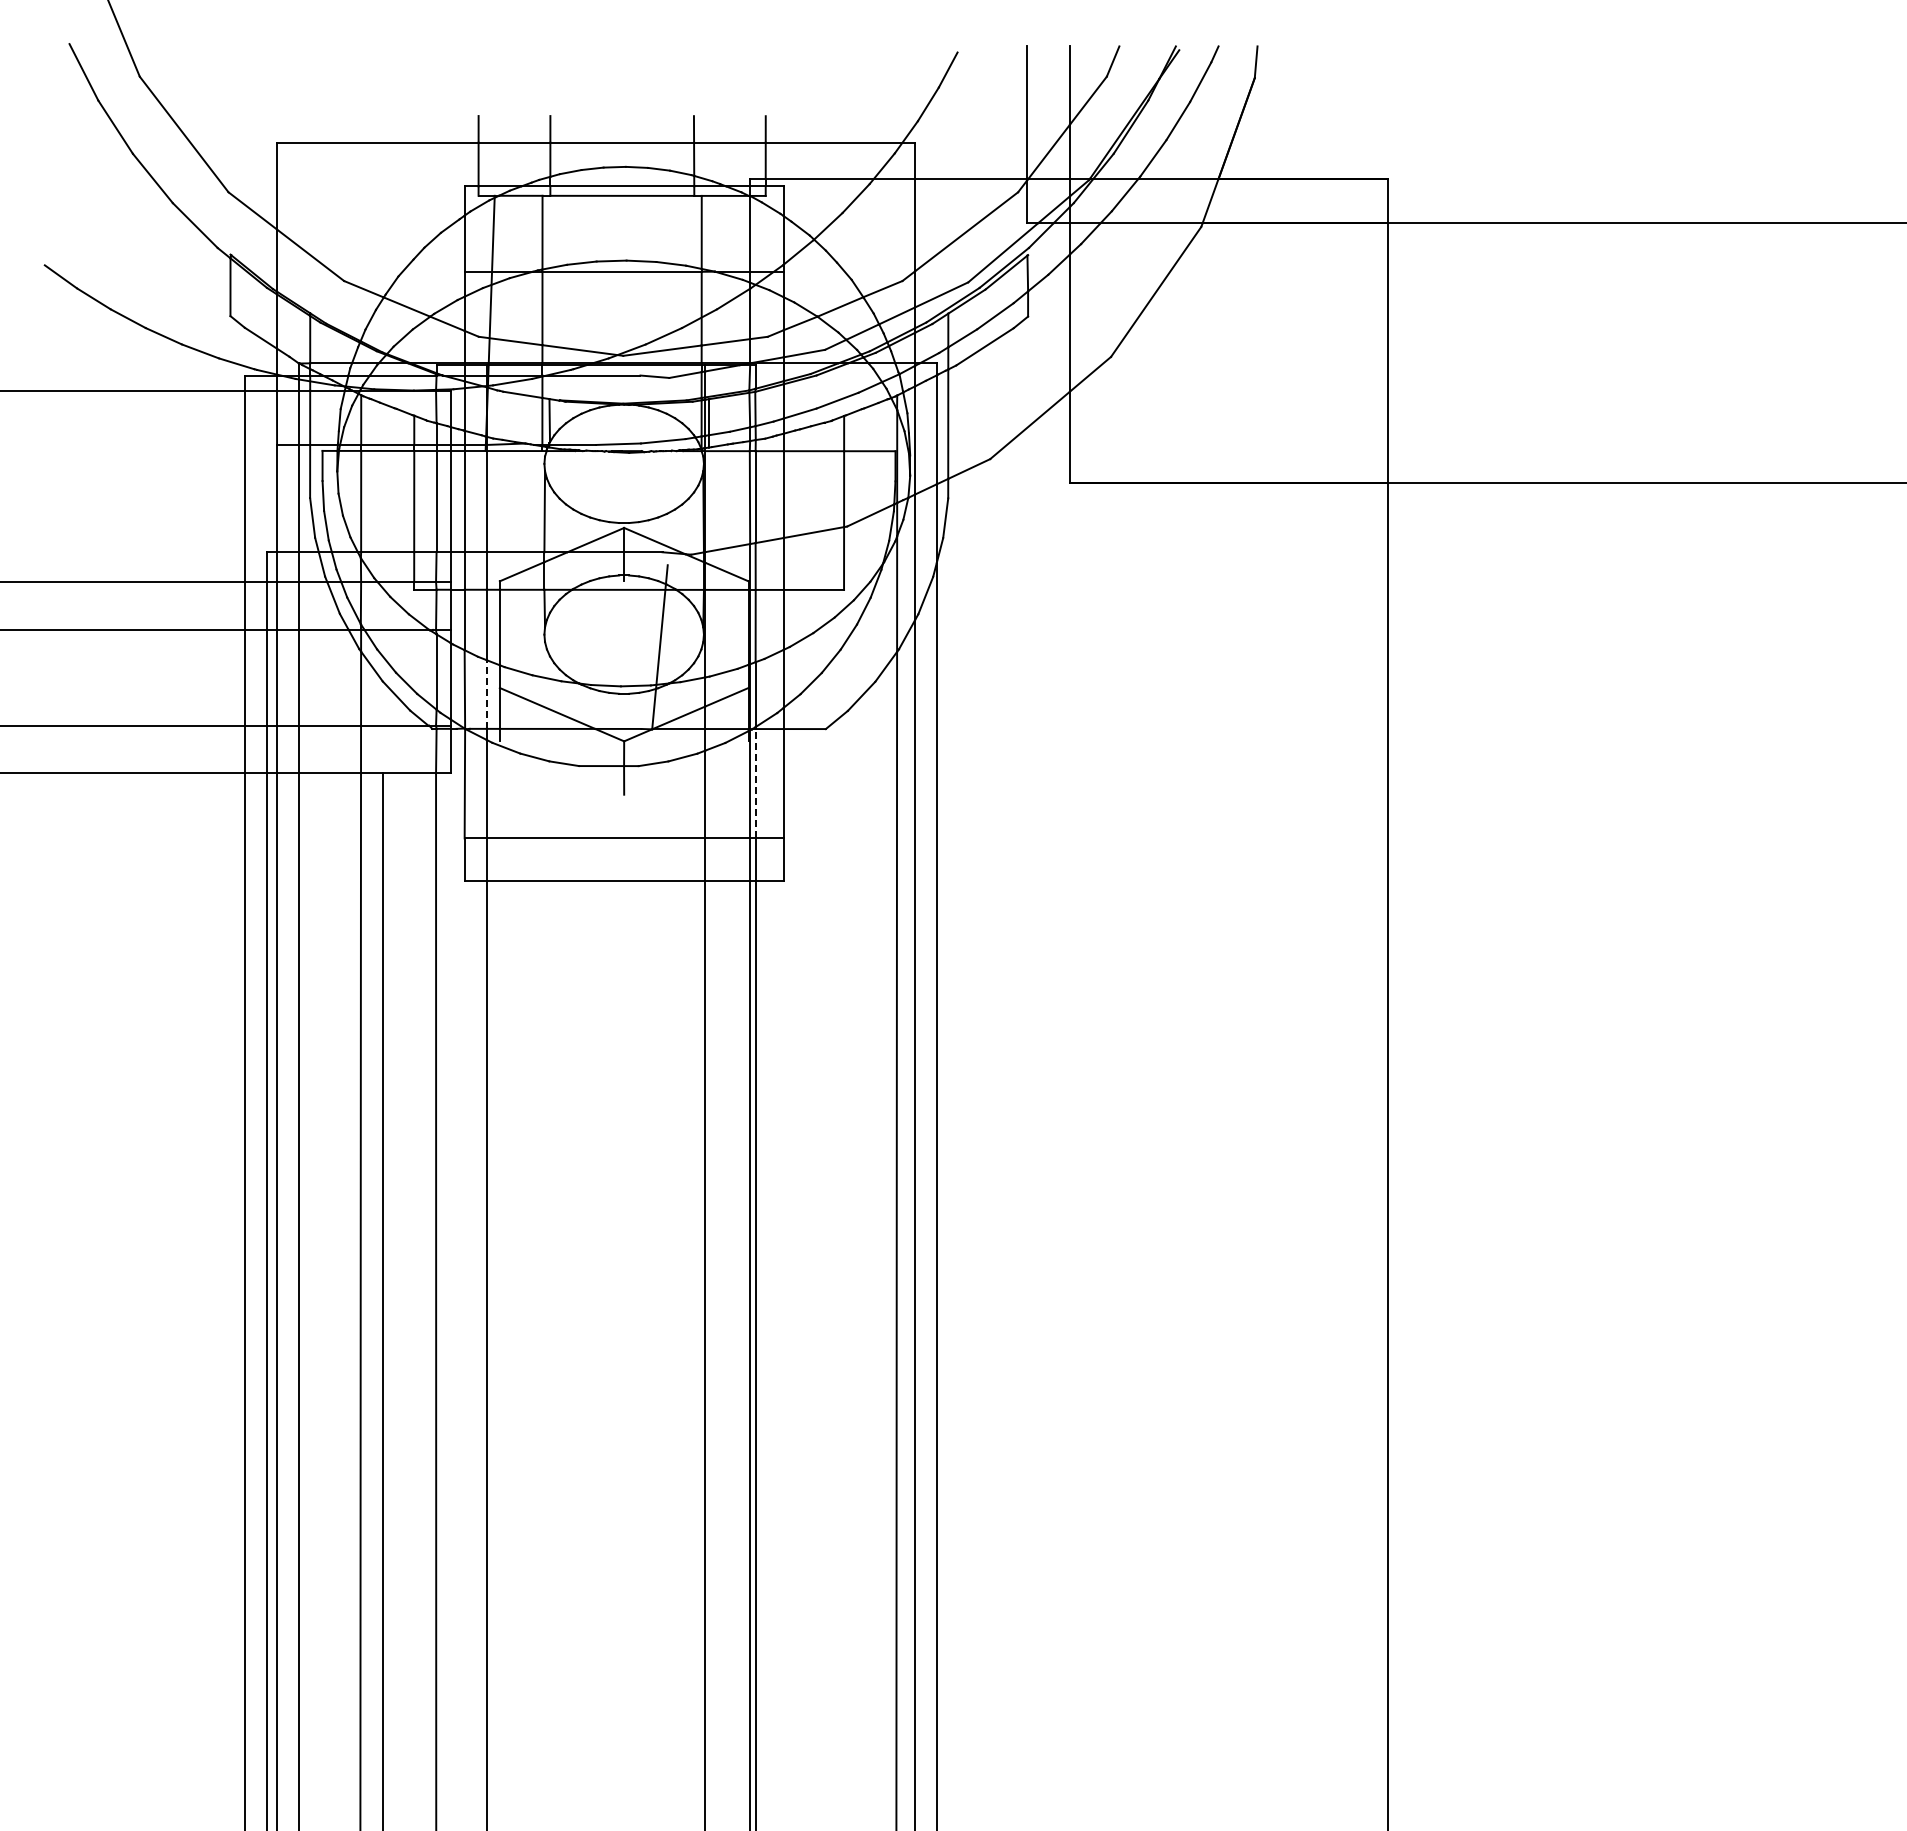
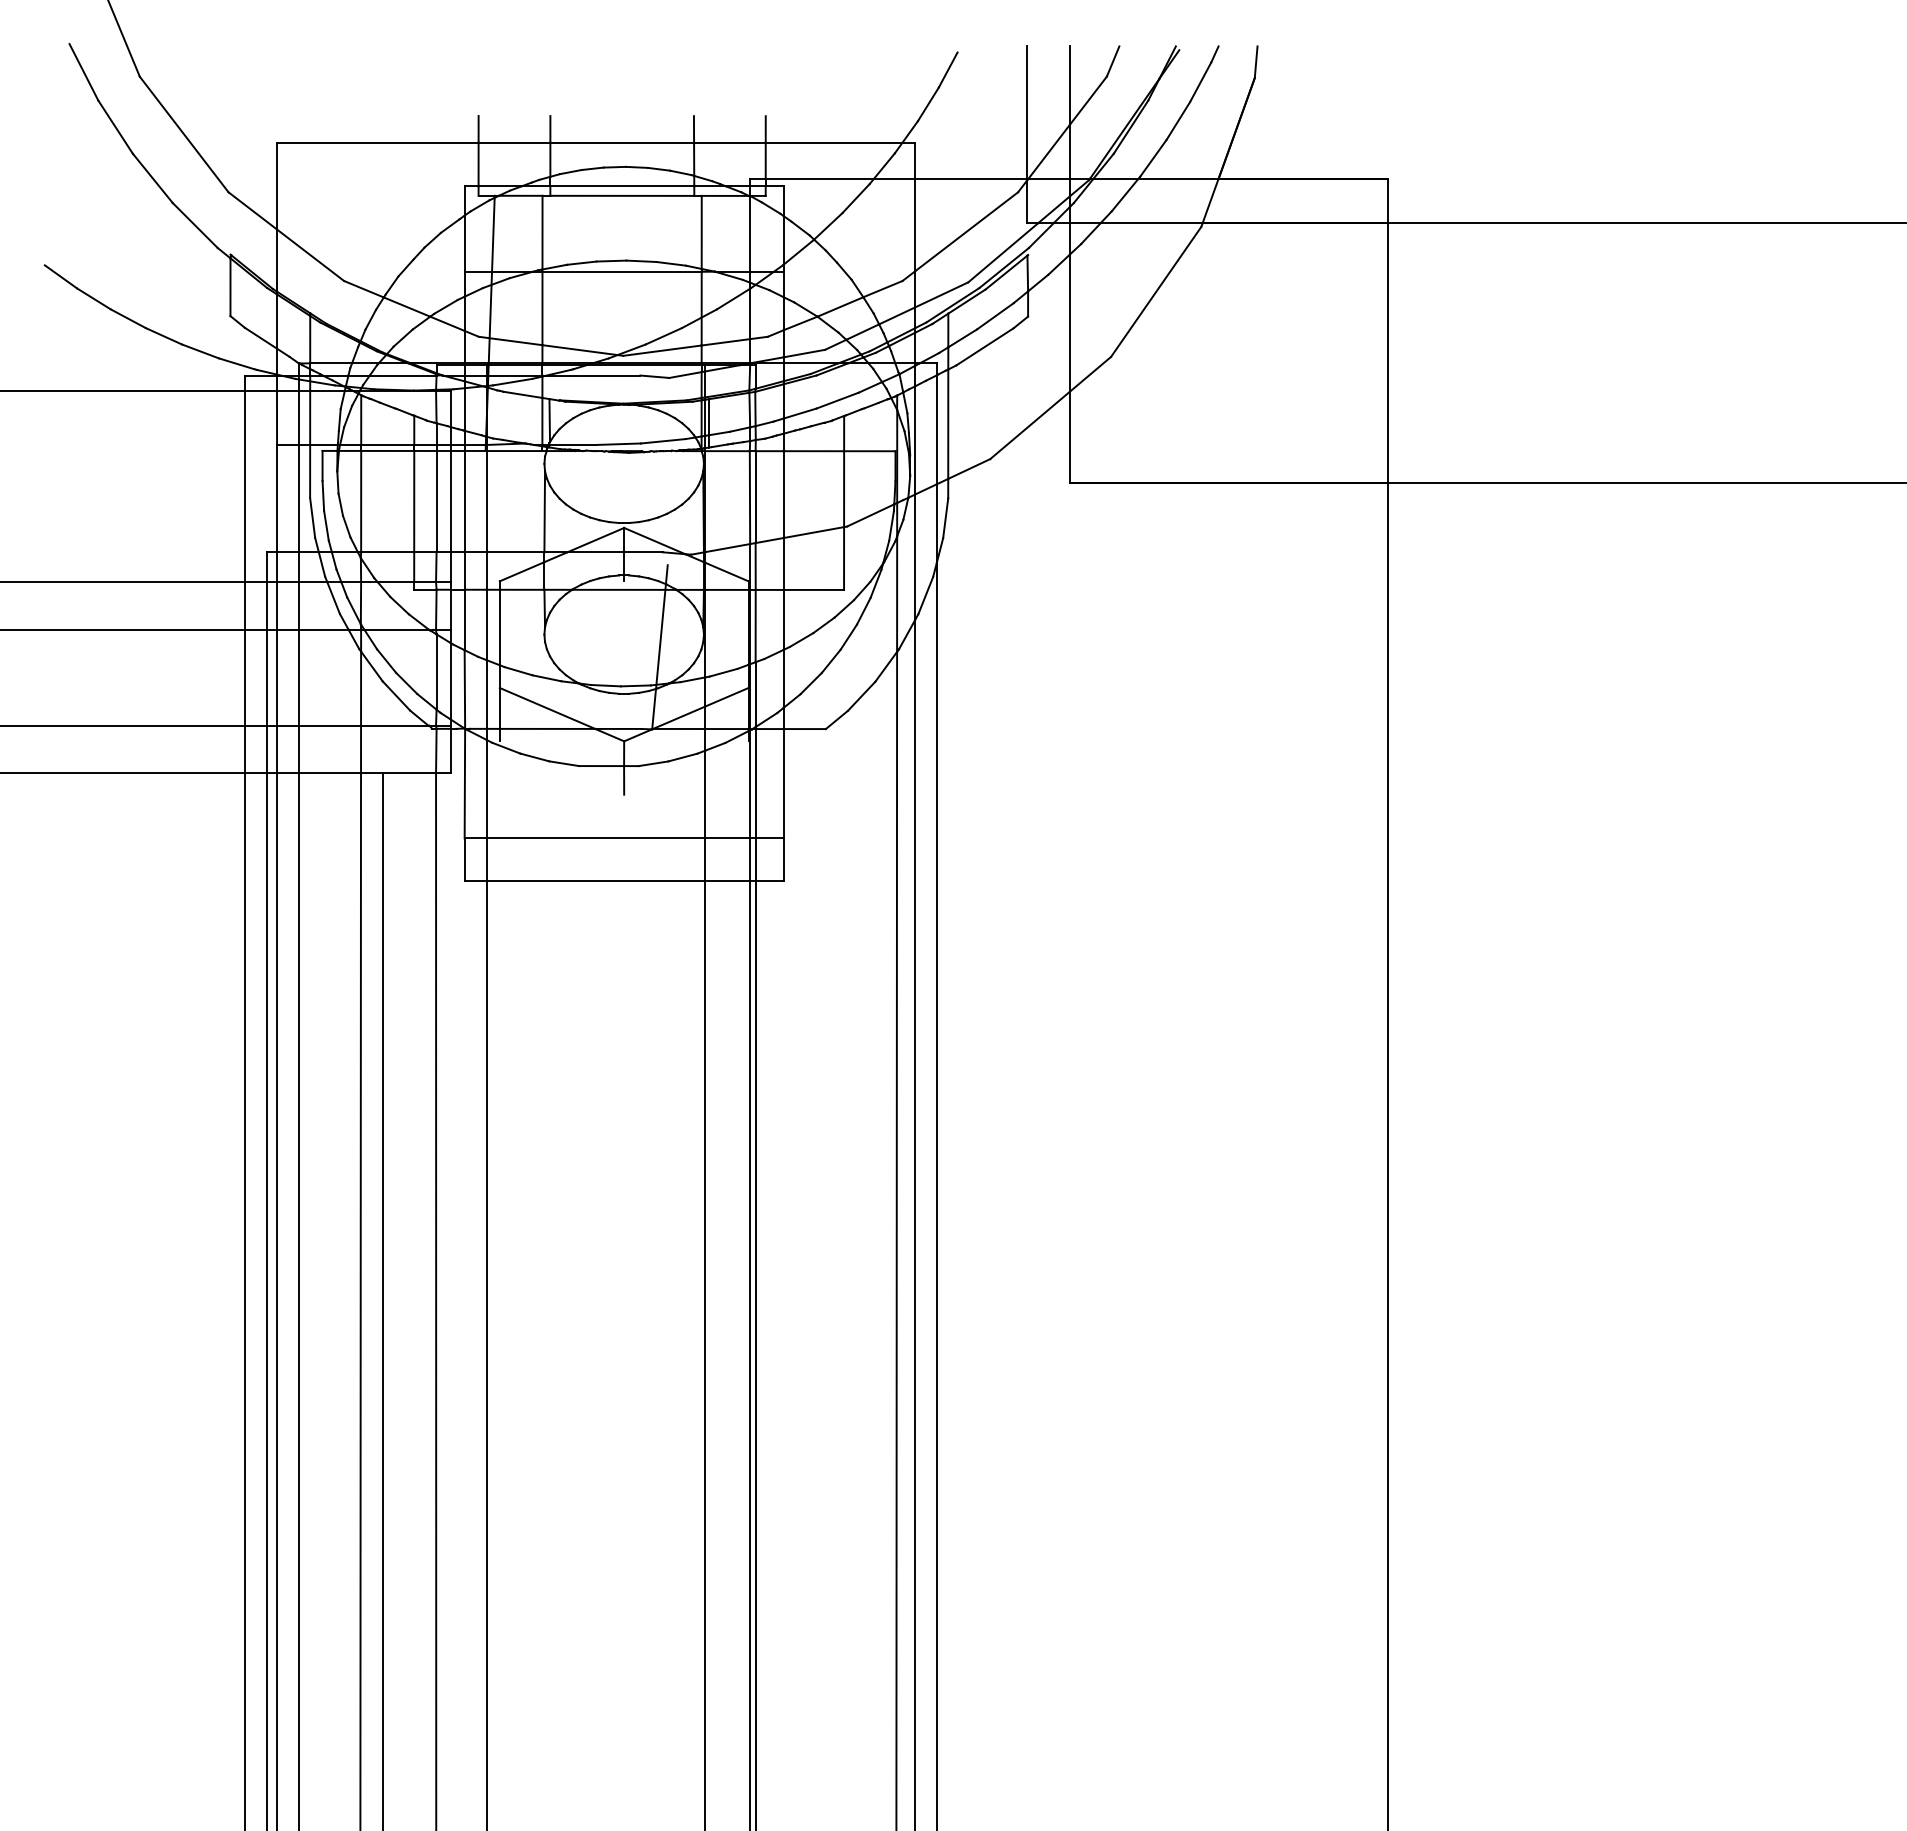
line at (486, 694): dashed -> solid
line at (755, 783): dashed -> solid
